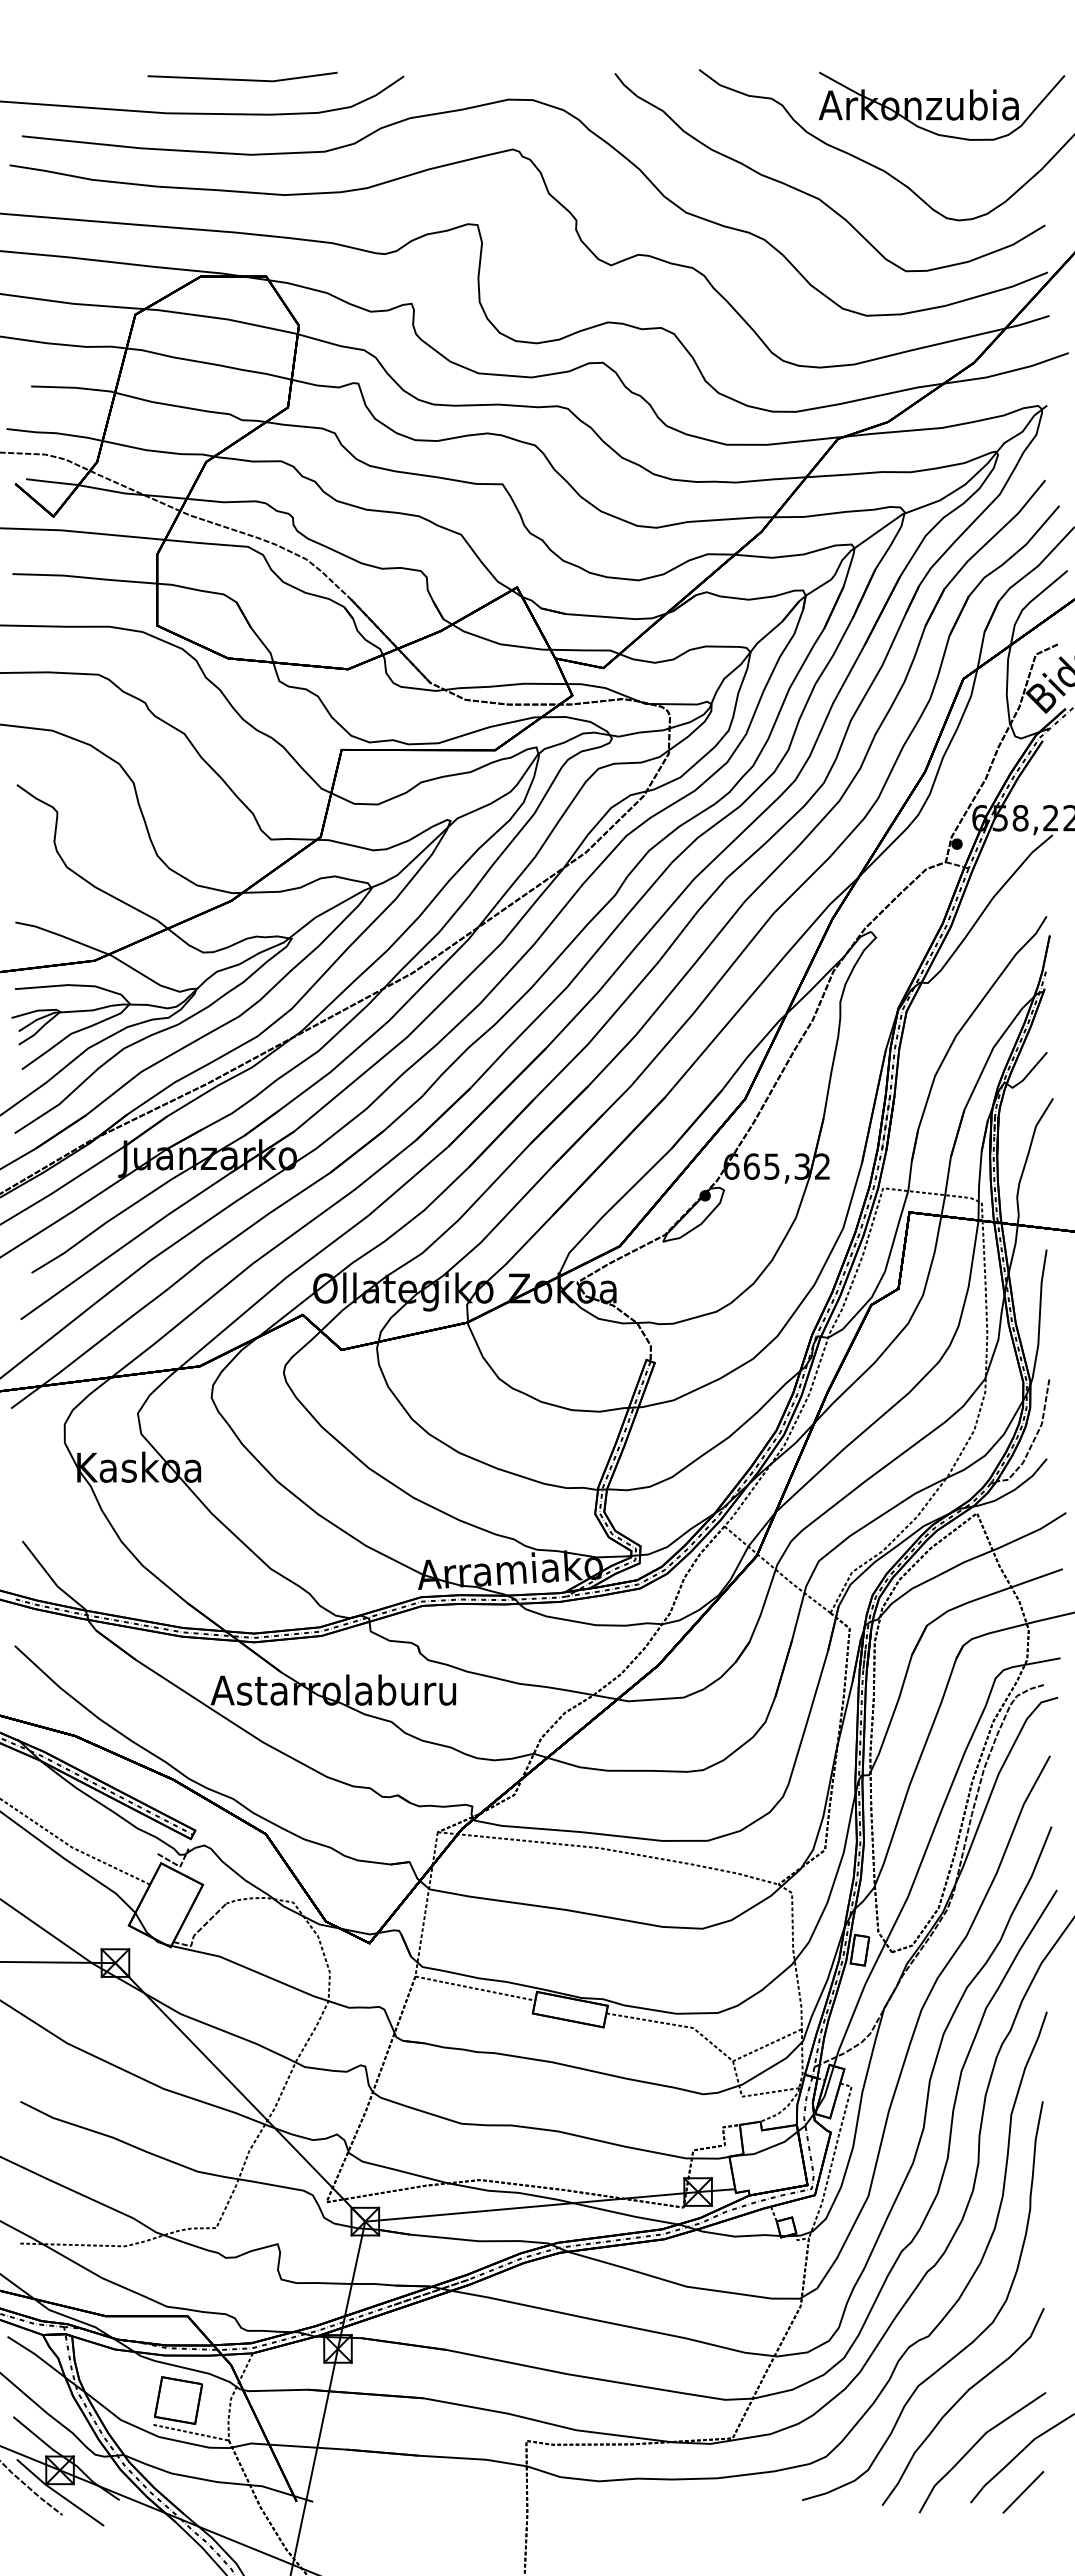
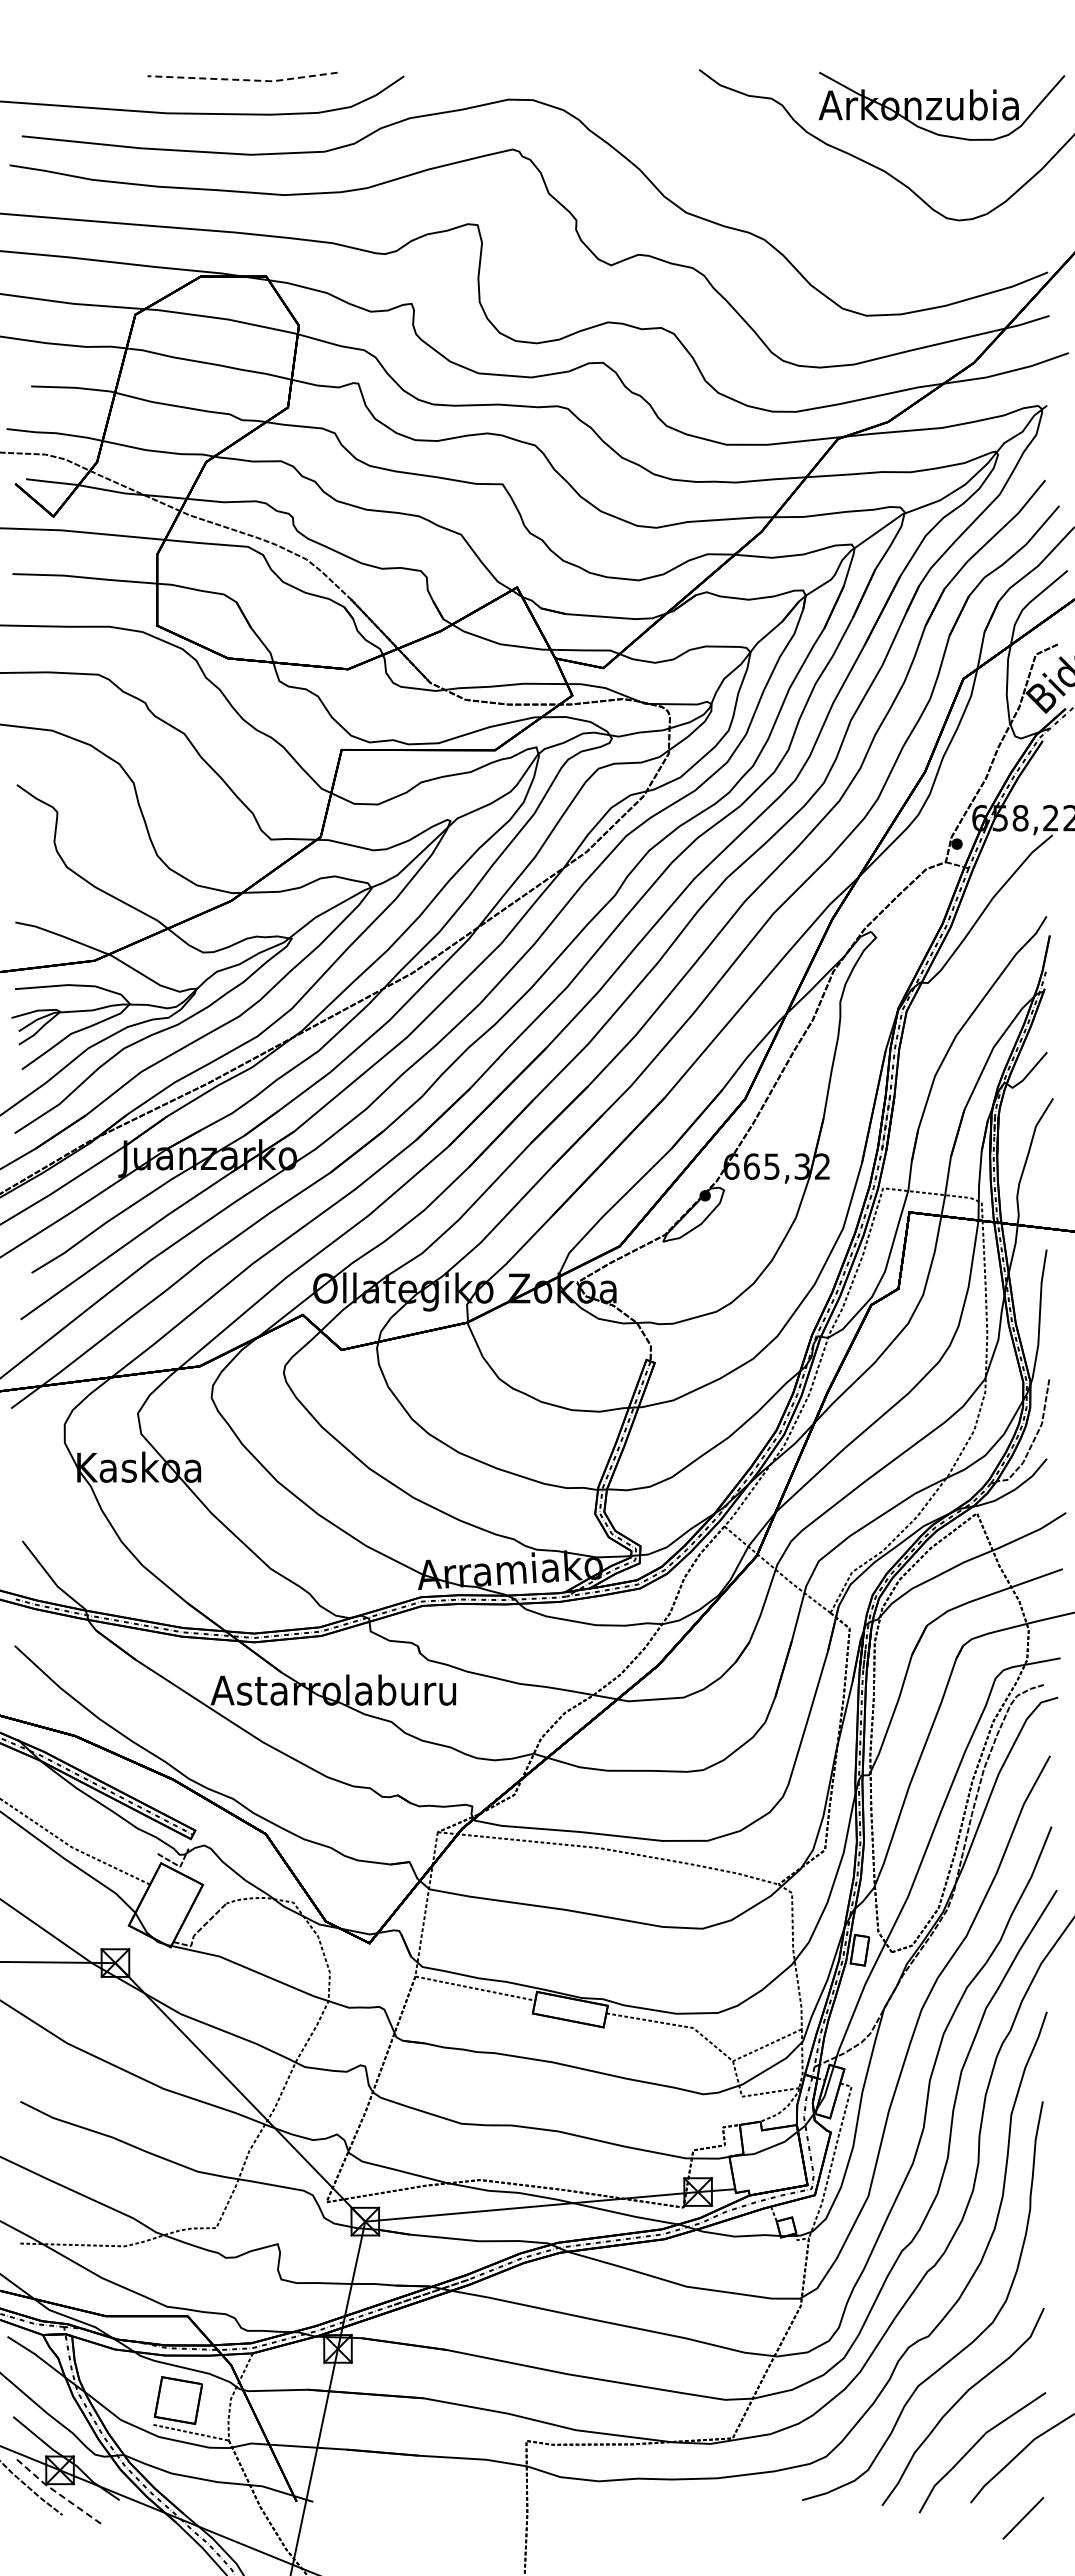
line at (243, 80): solid -> dashed
curve at (817, 197): present -> none
line at (1023, 2492) position: (1023, 2492) -> (1023, 2518)
line at (58, 2494): solid -> dashed
